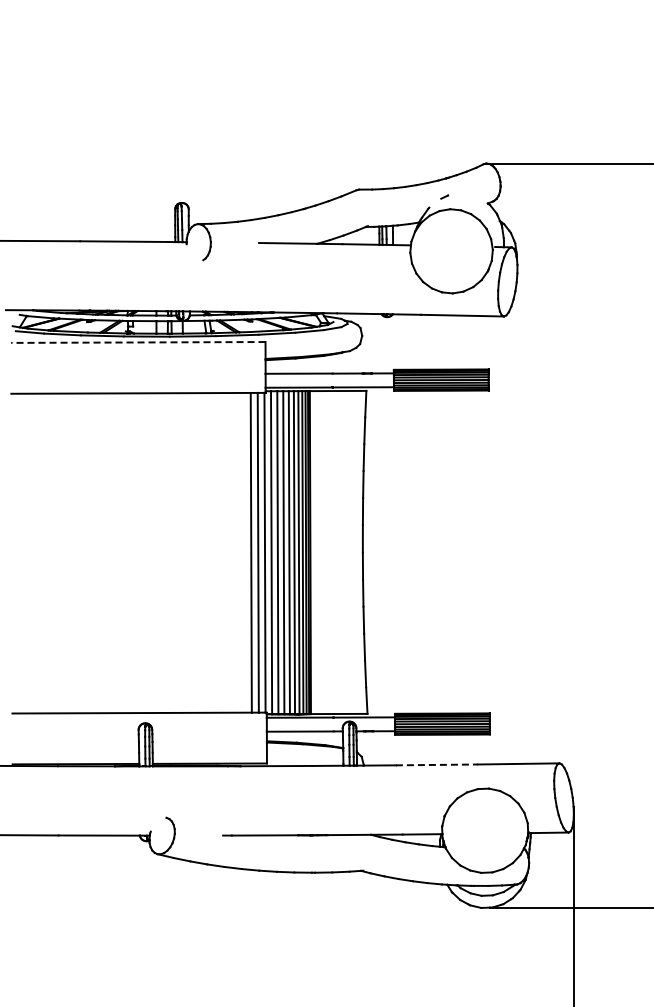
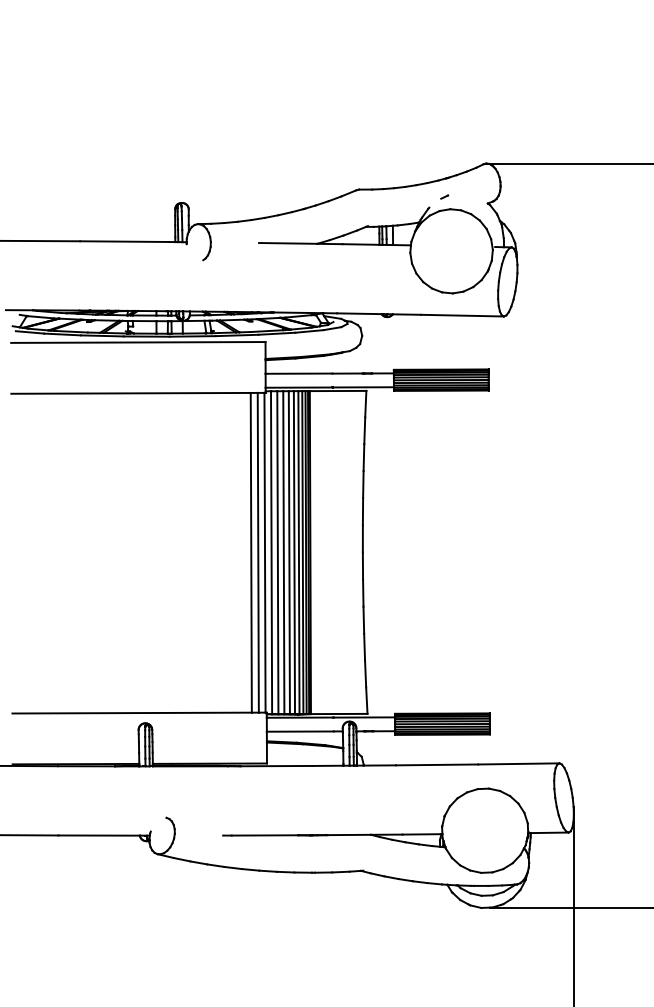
line at (137, 342): dashed -> solid
line at (437, 764): dashed -> solid
